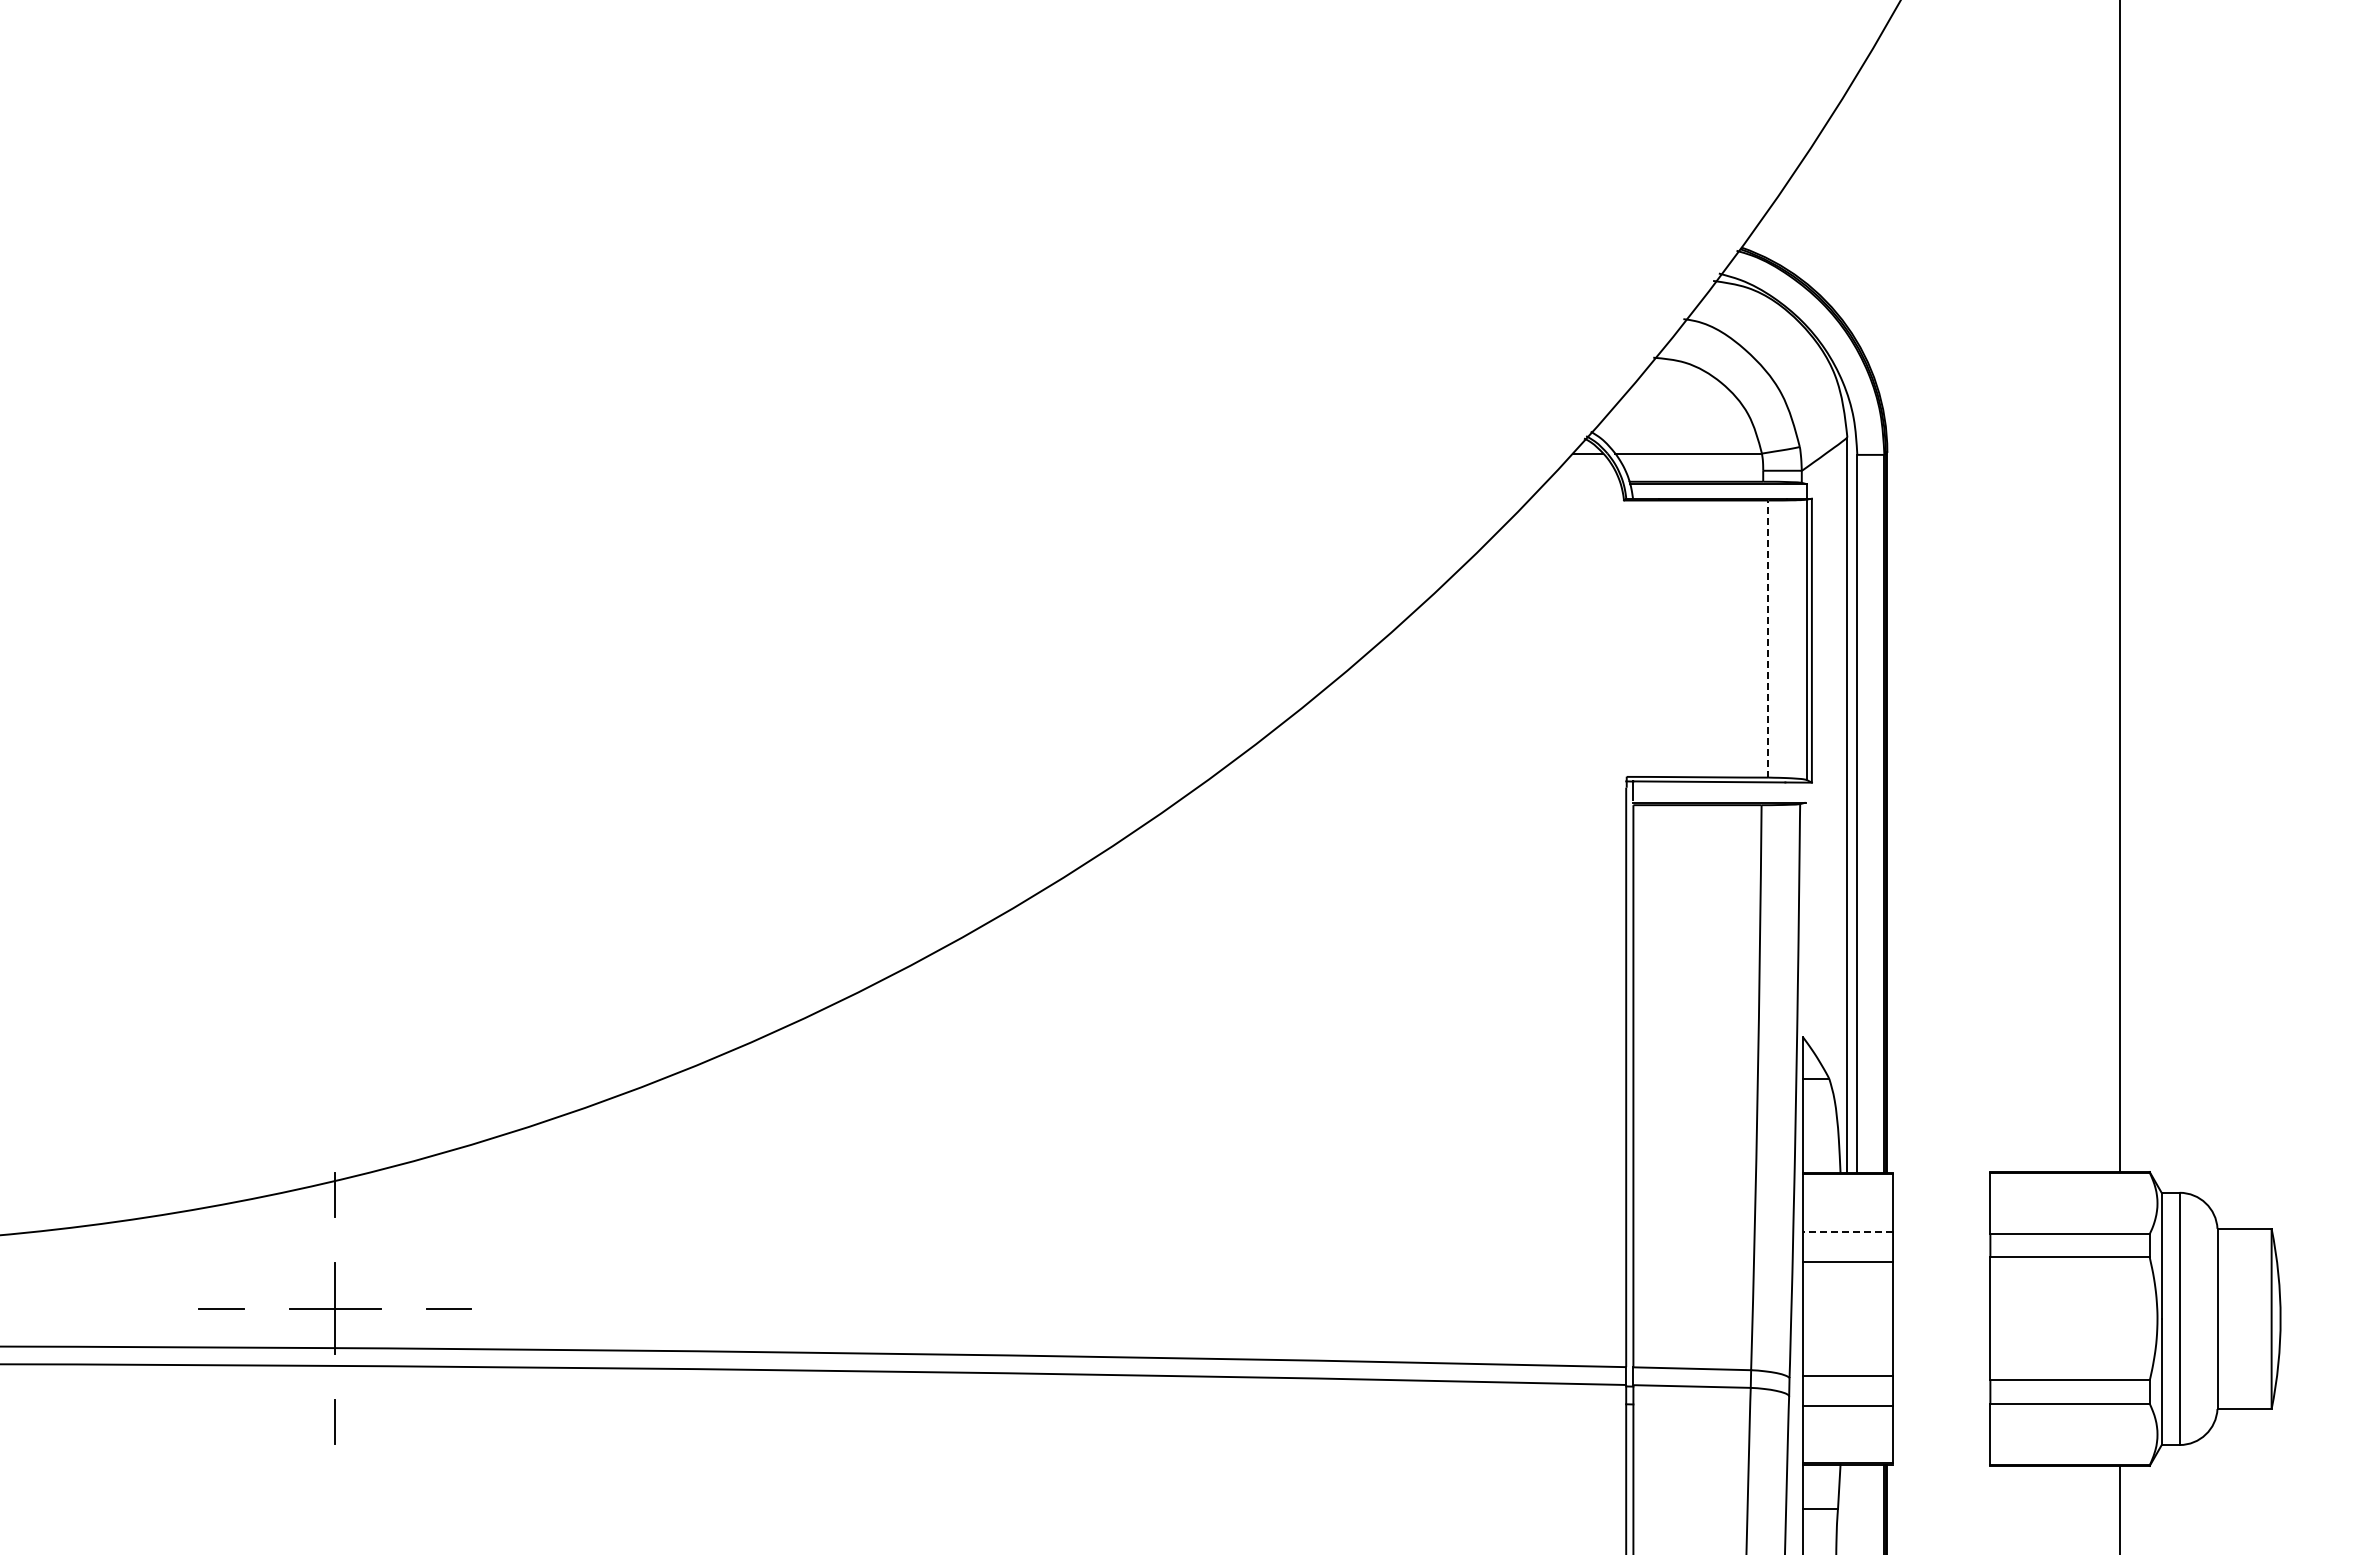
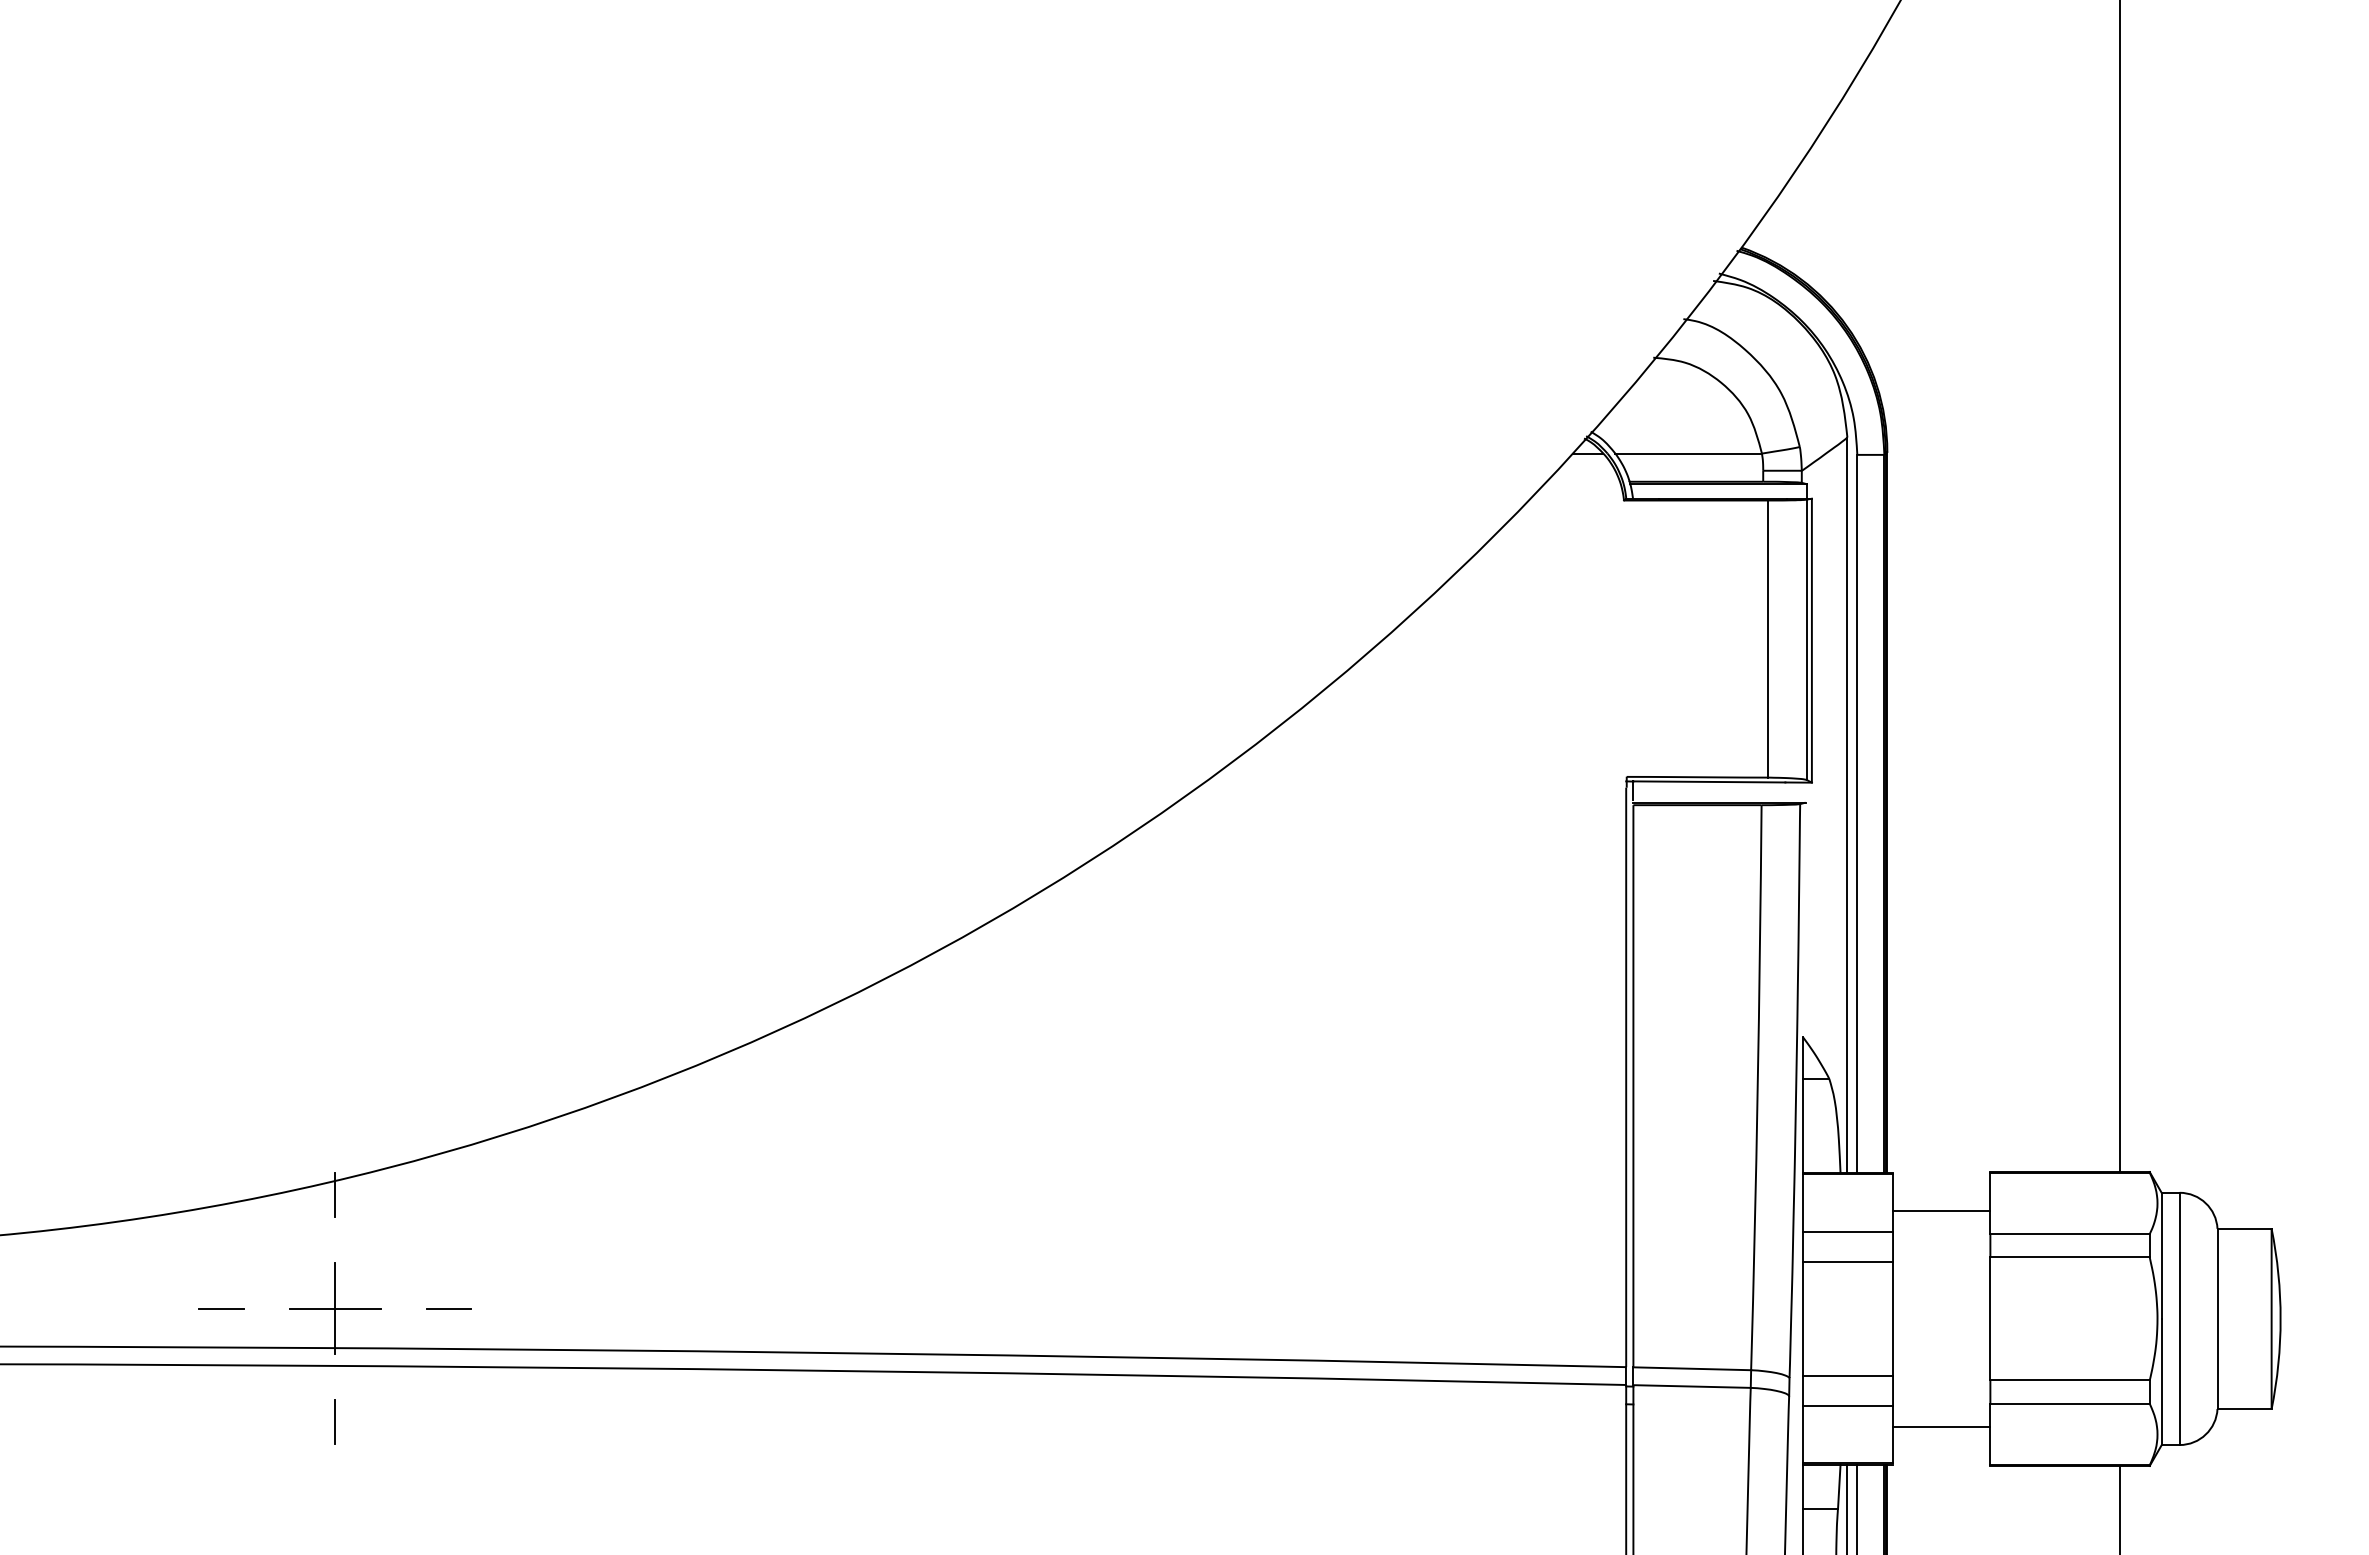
line at (1768, 639): dashed -> solid
line at (1941, 1210): none -> present
line at (1847, 1231): dashed -> solid
line at (1941, 1427): none -> present
line at (1847, 1507): none -> present
line at (1857, 1507): none -> present
